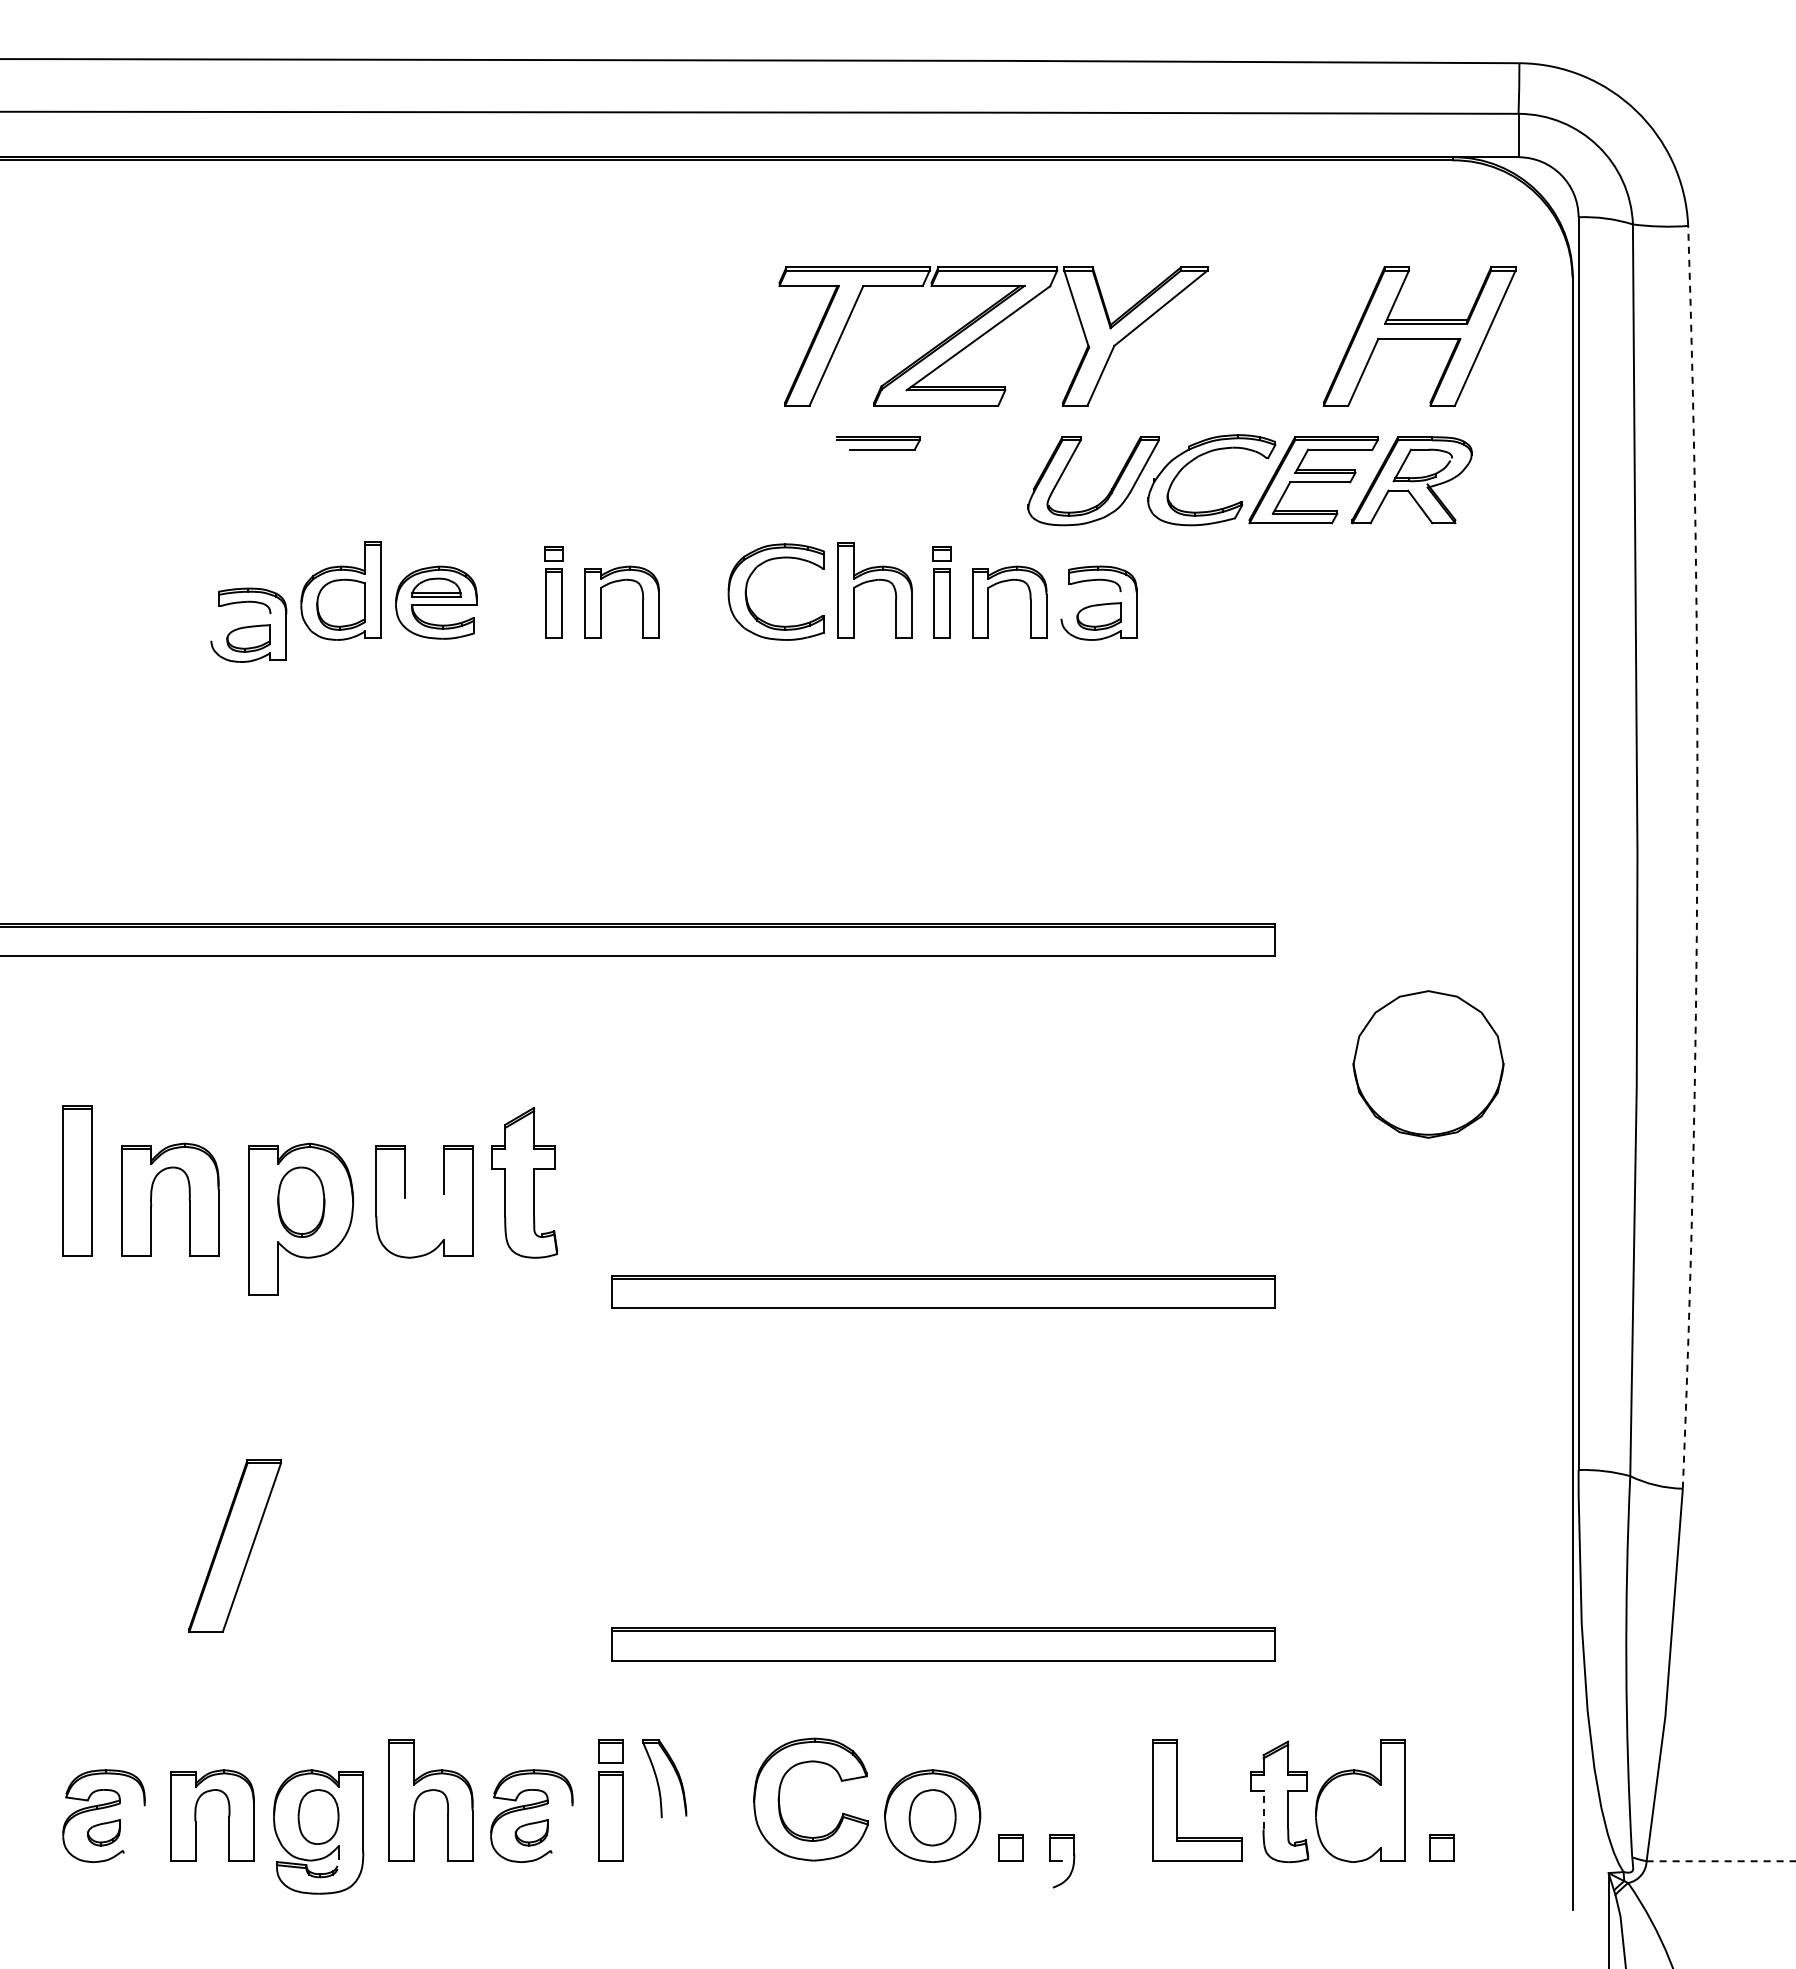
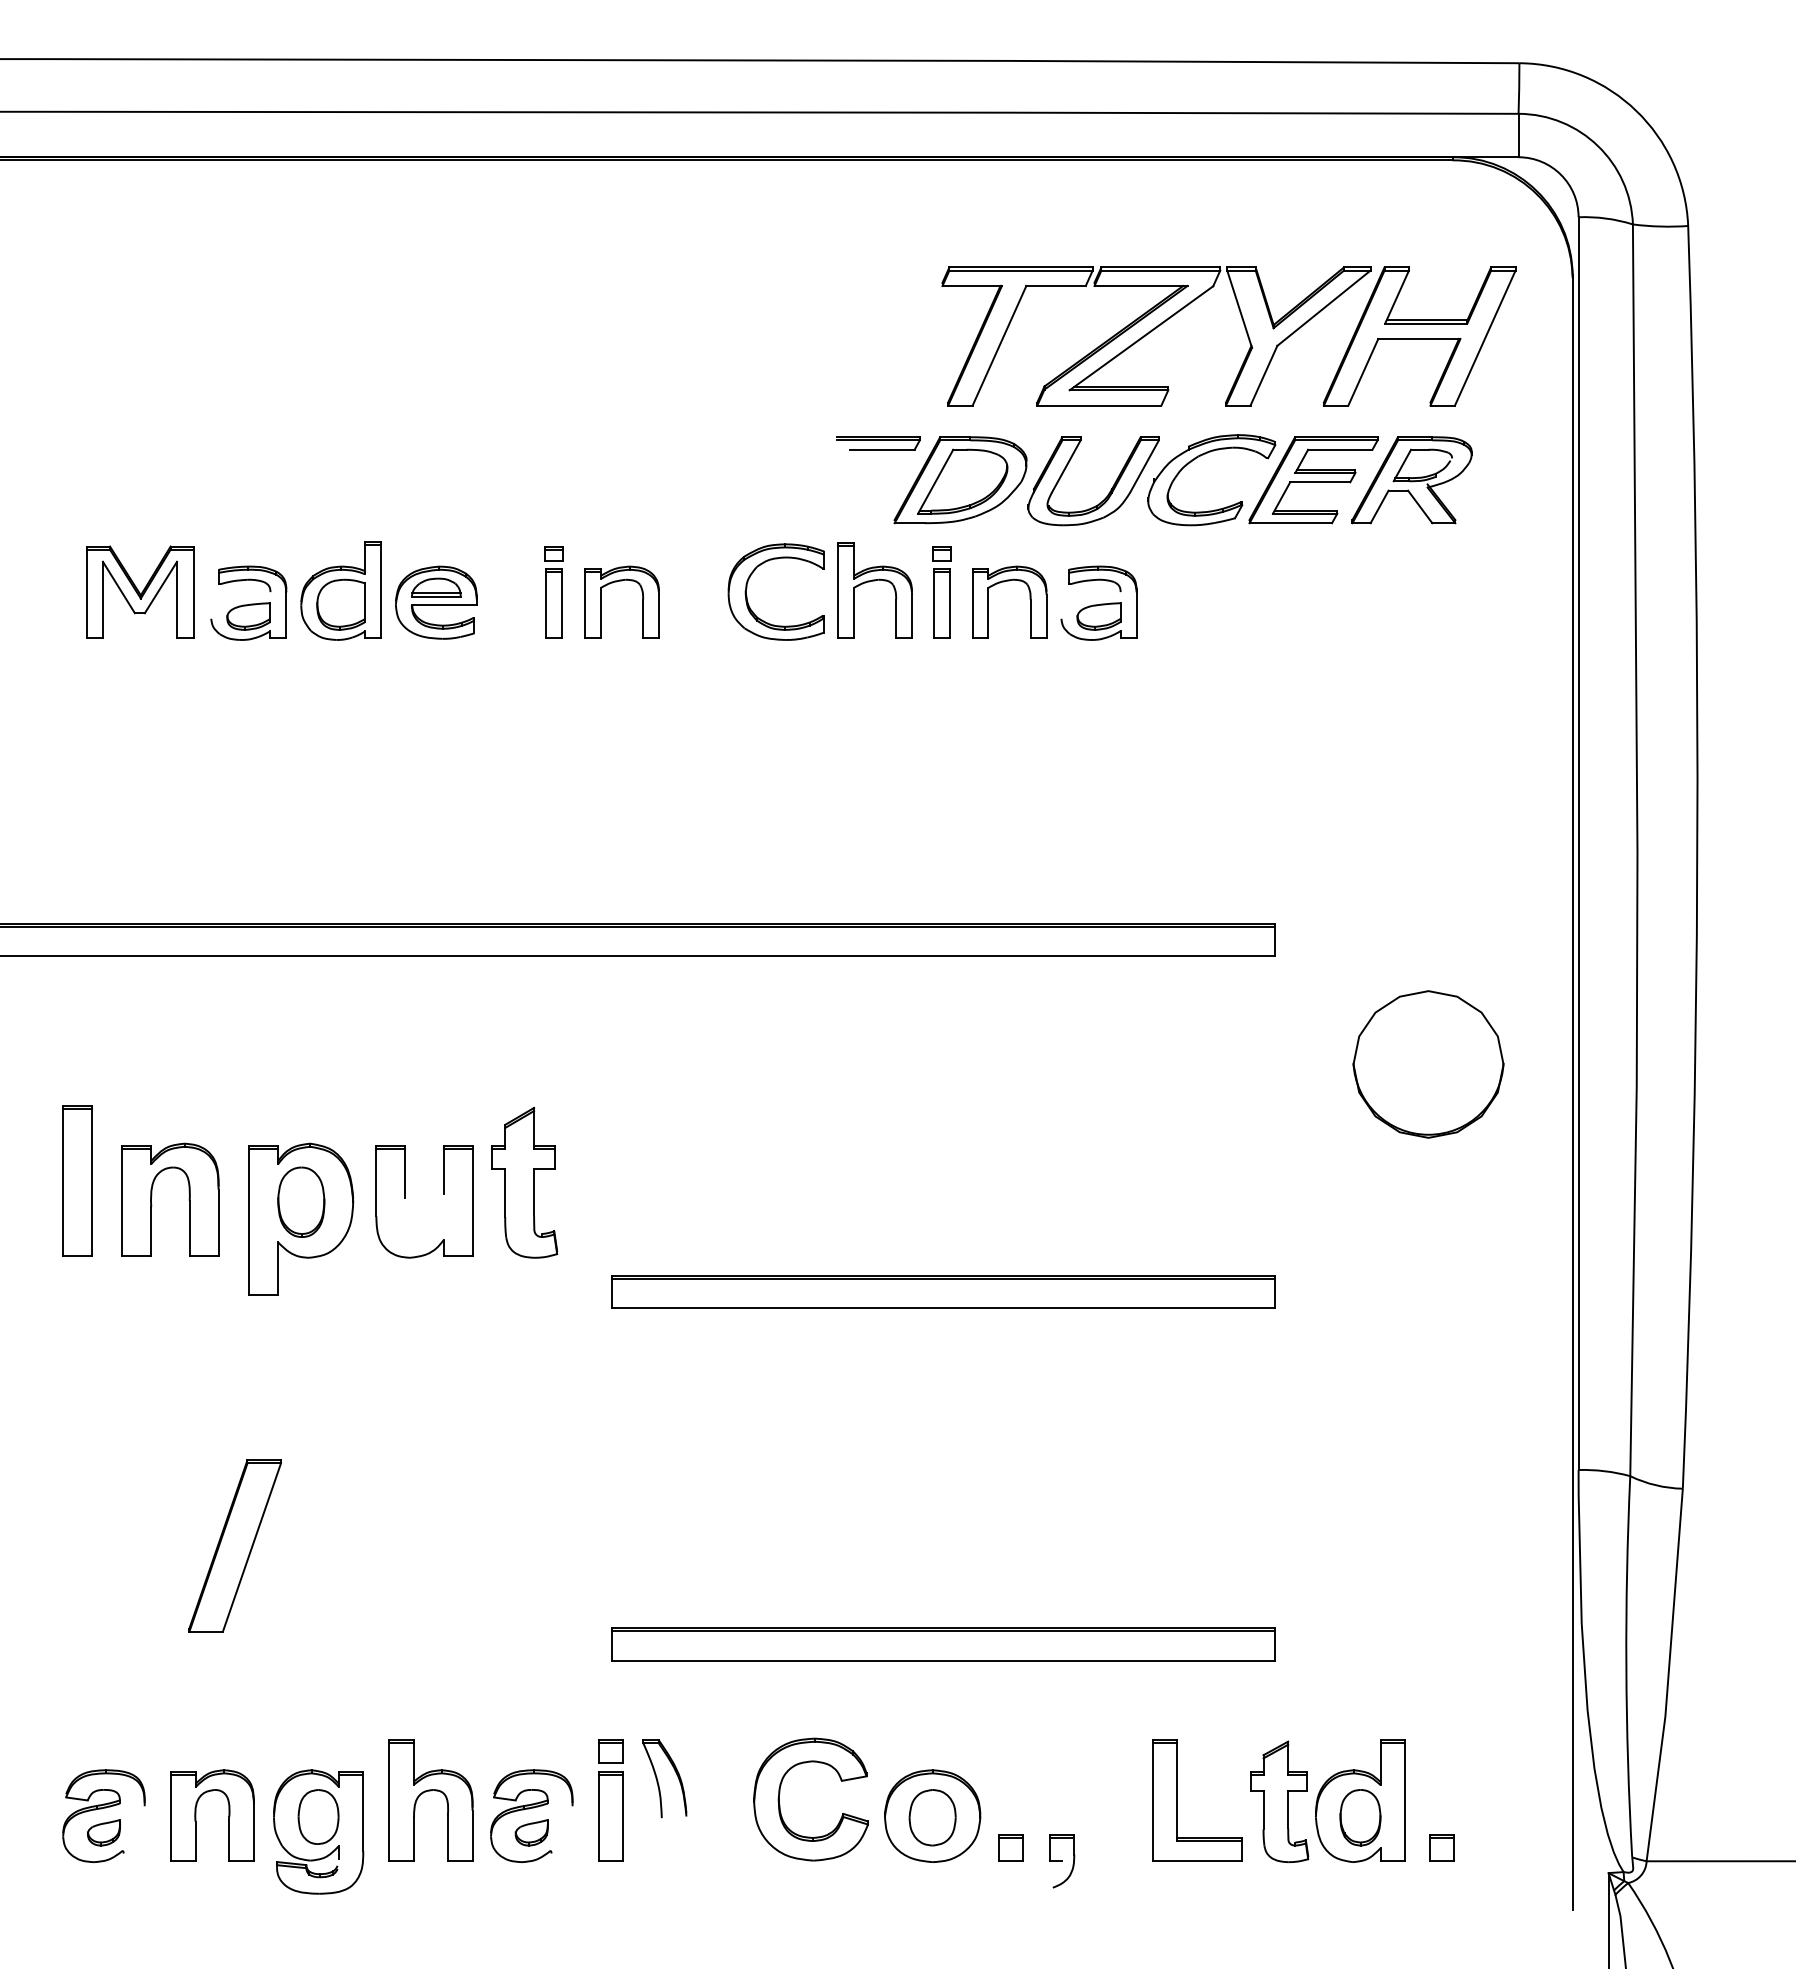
part at (989, 331) position: (989, 331) -> (1152, 331)
part at (960, 480): none -> present
part at (140, 591): none -> present
part at (248, 624) position: (248, 624) -> (248, 602)
arc at (1697, 857): dashed -> solid
line at (1263, 1809): dashed -> solid
part at (1360, 1817): none -> present
line at (1721, 1861): dashed -> solid
